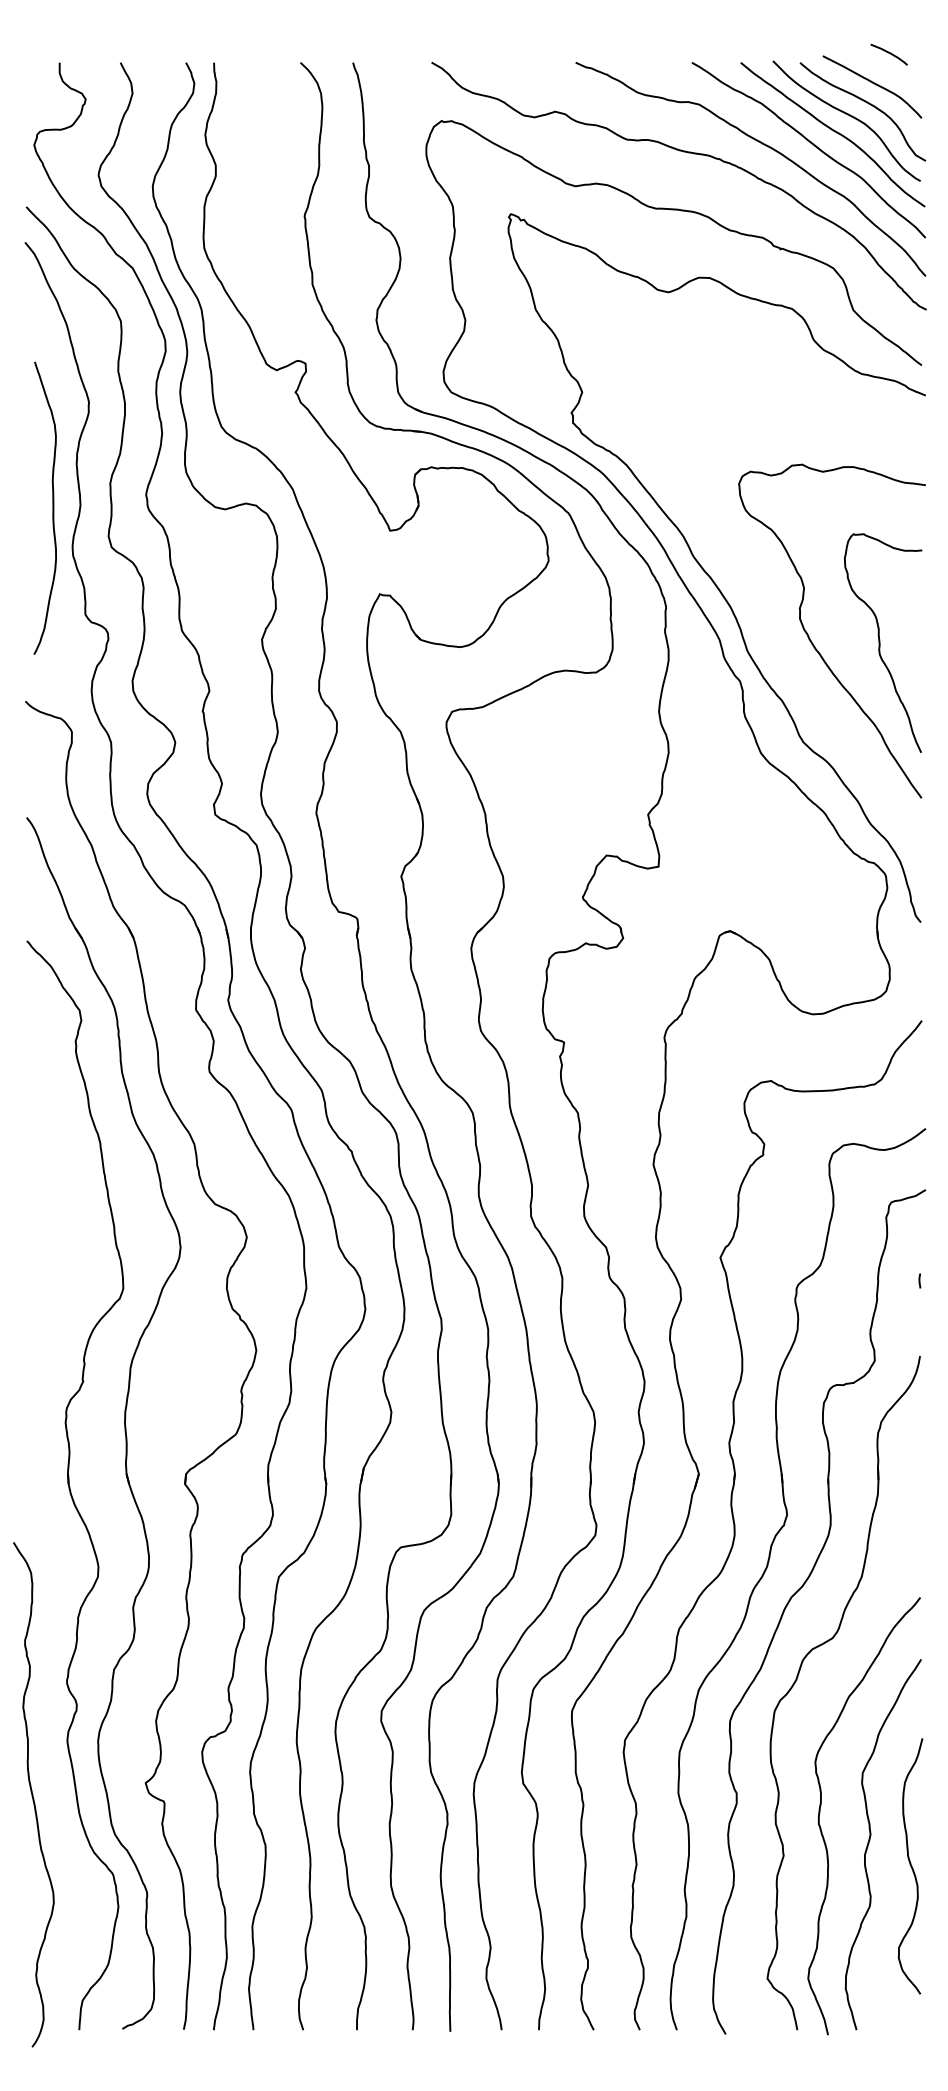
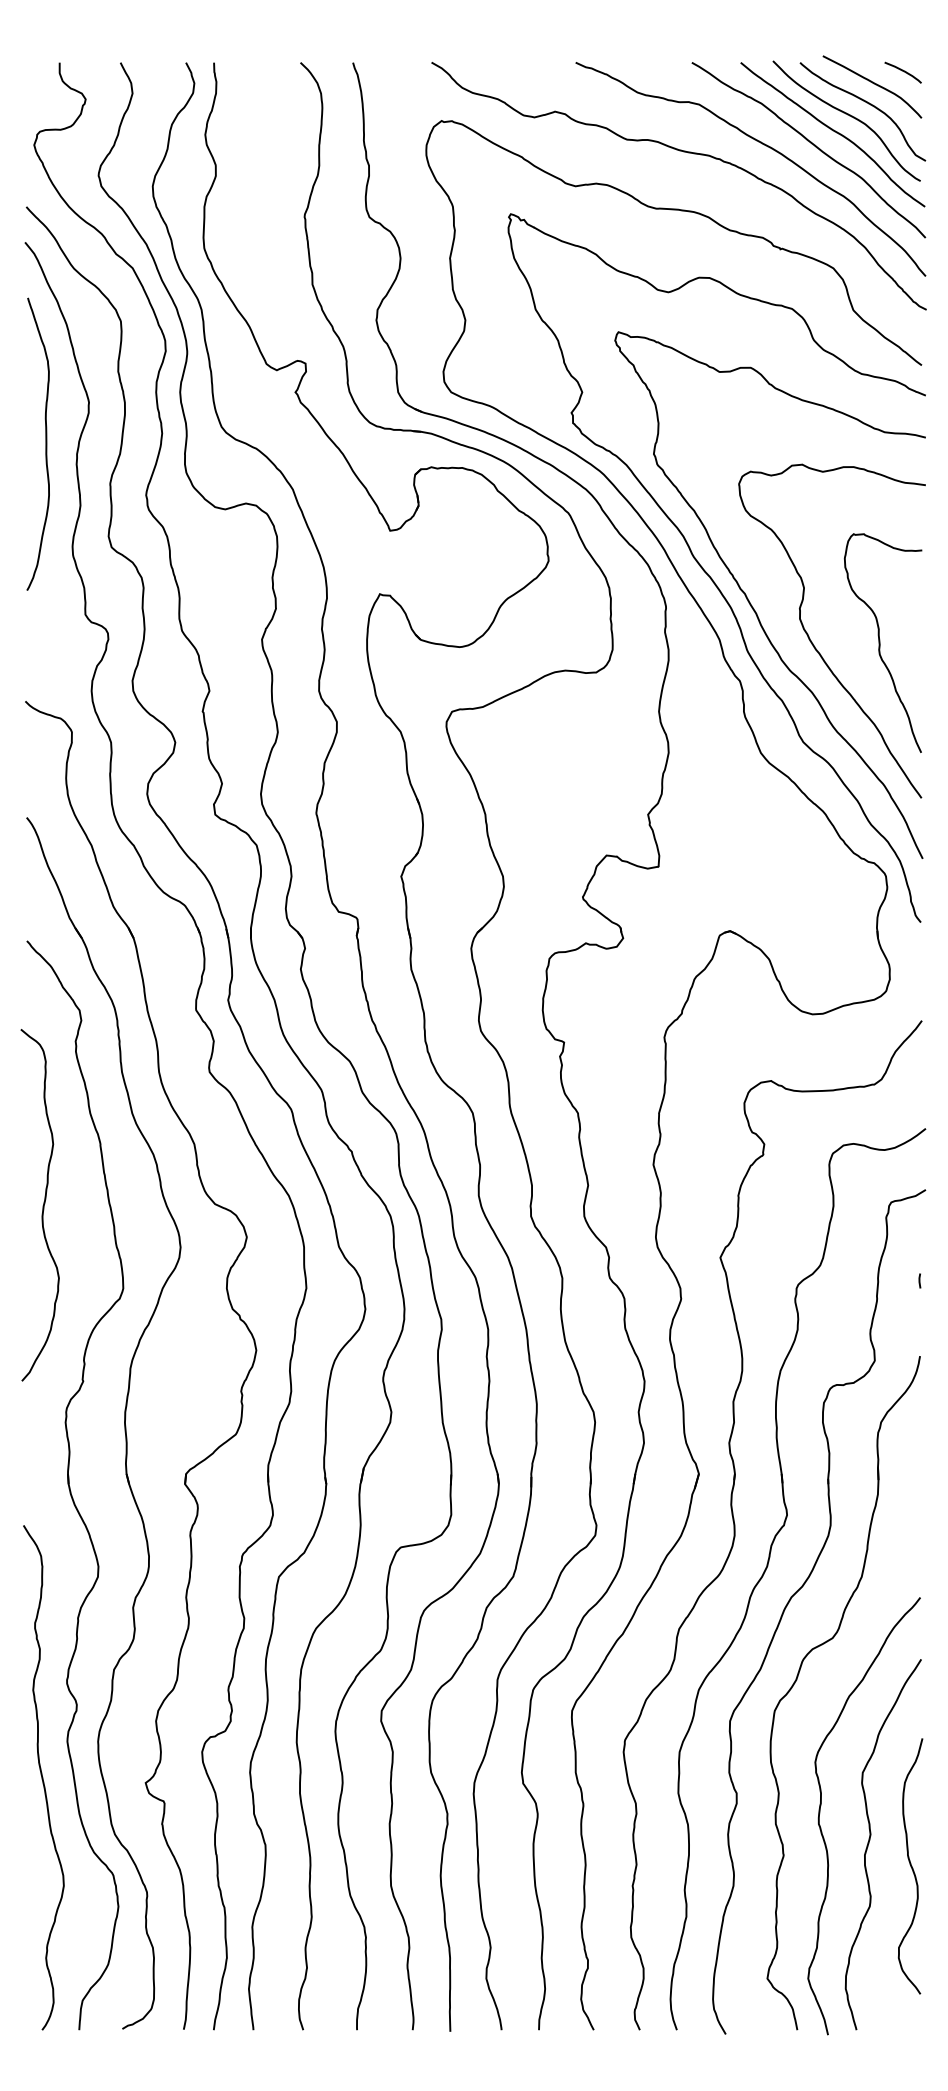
curve at (888, 53) position: (888, 53) -> (902, 71)
curve at (52, 507) position: (52, 507) -> (45, 443)
curve at (752, 605): none -> present
curve at (42, 1205): none -> present
curve at (33, 1794) position: (33, 1794) -> (43, 1777)
